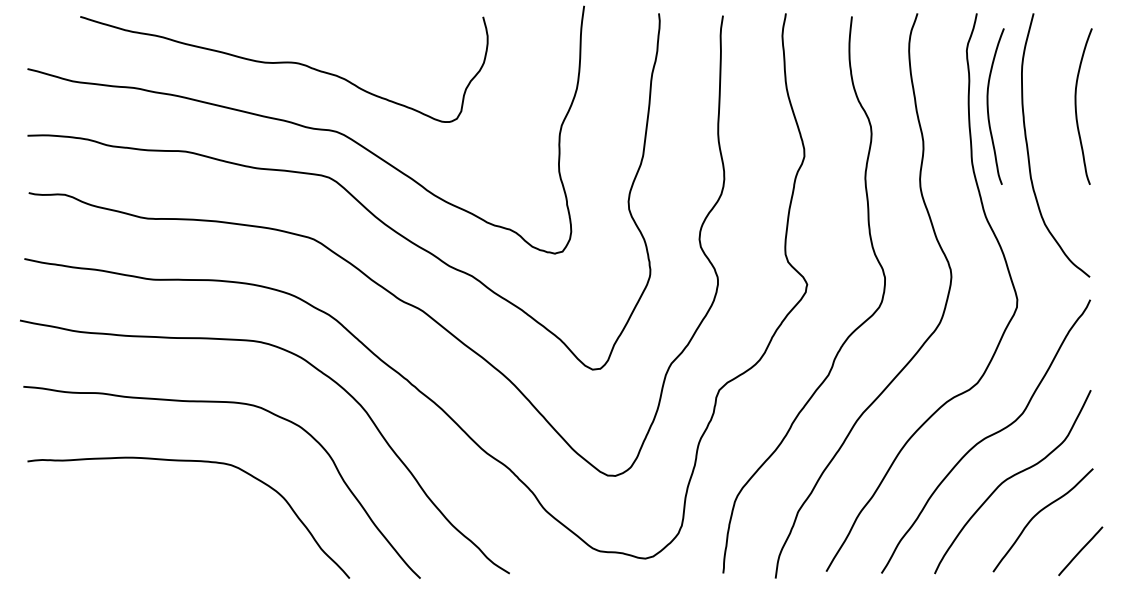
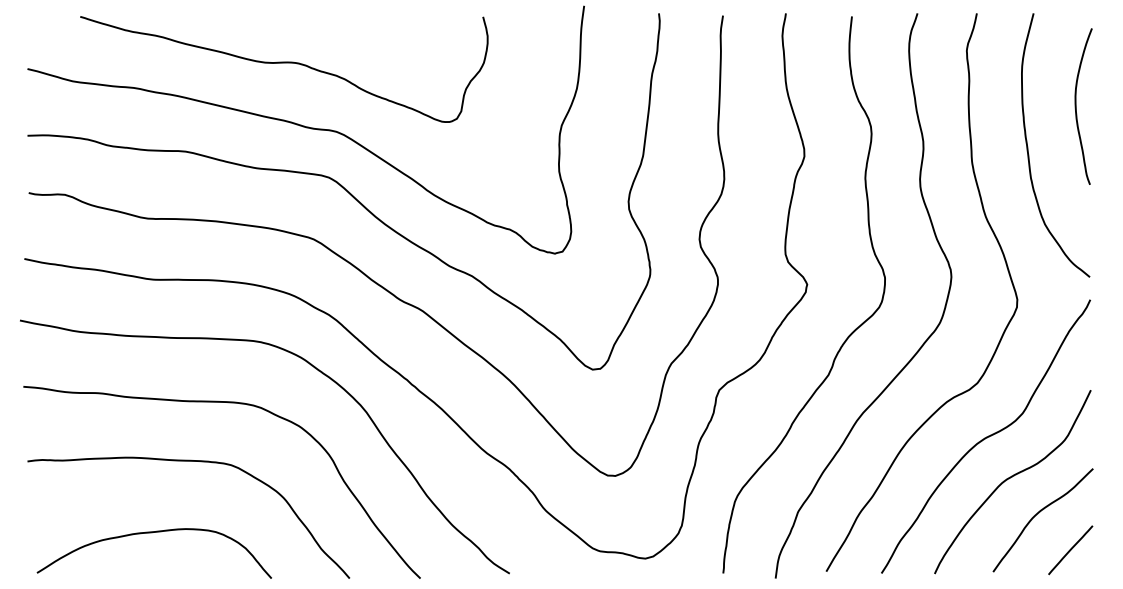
curve at (988, 106): present -> none
curve at (152, 533): none -> present
line at (1080, 551) position: (1080, 551) -> (1070, 550)
